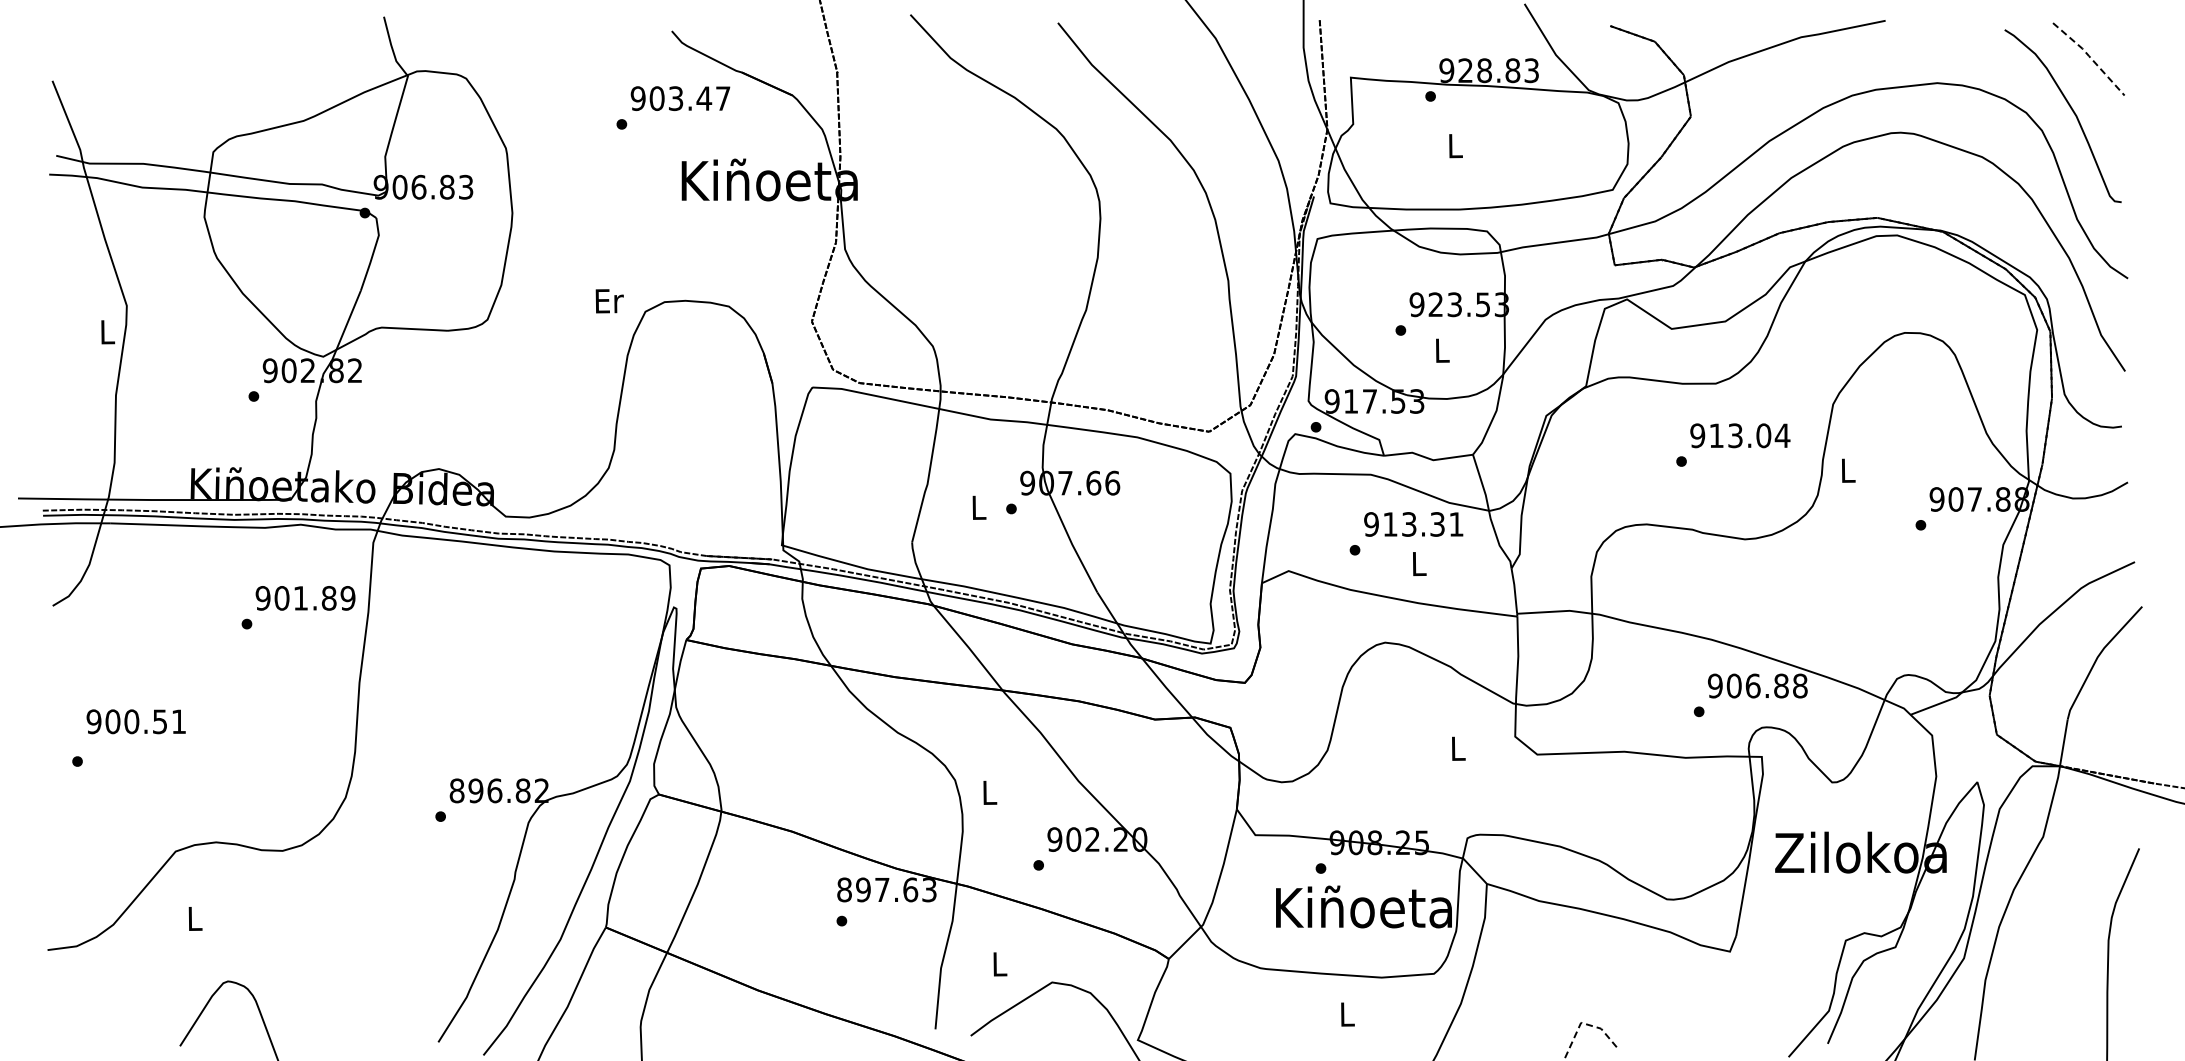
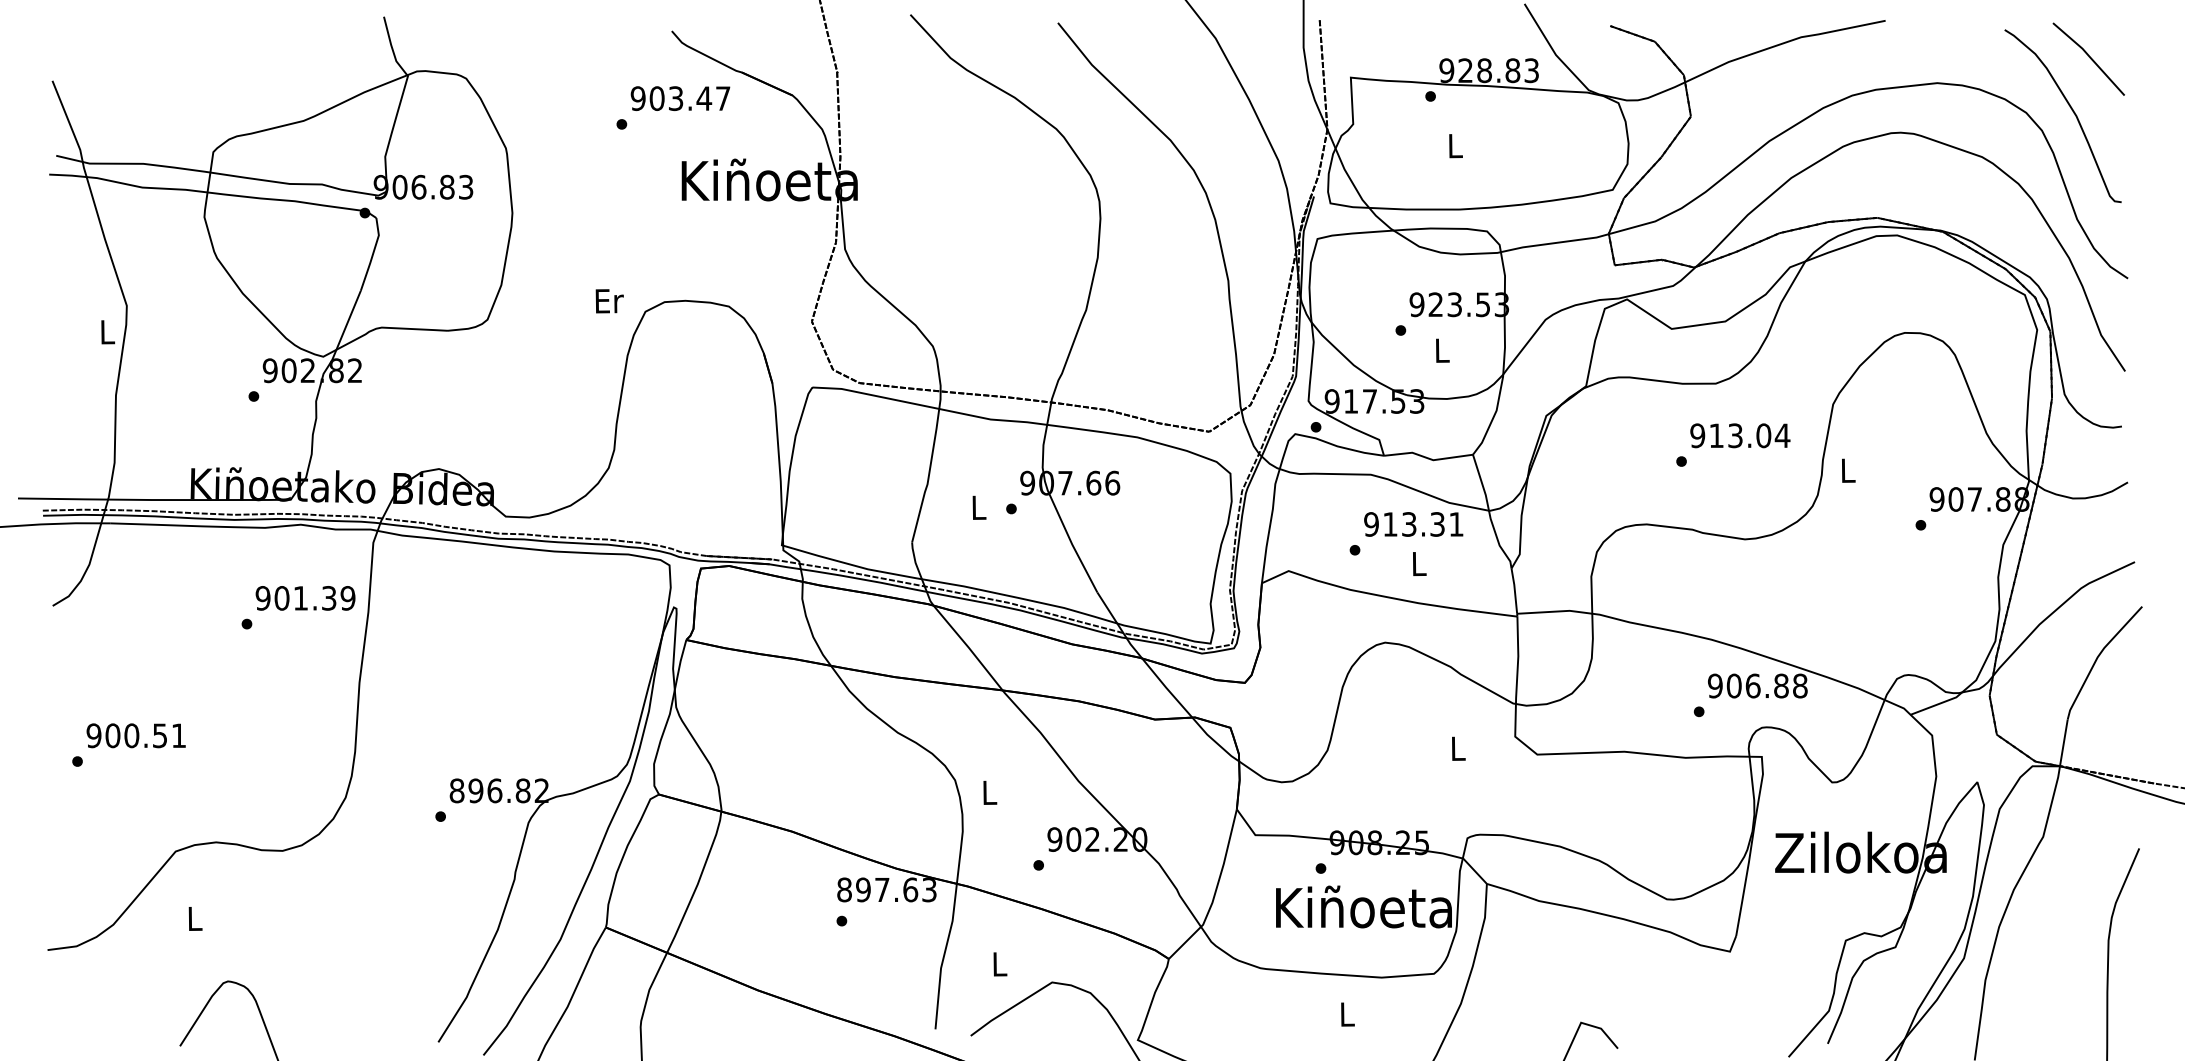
line at (2089, 56): dashed -> solid
text at (328, 598): 901.89 -> 901.39
text at (135, 721) position: (135, 721) -> (135, 735)
line at (1583, 1023): dashed -> solid
